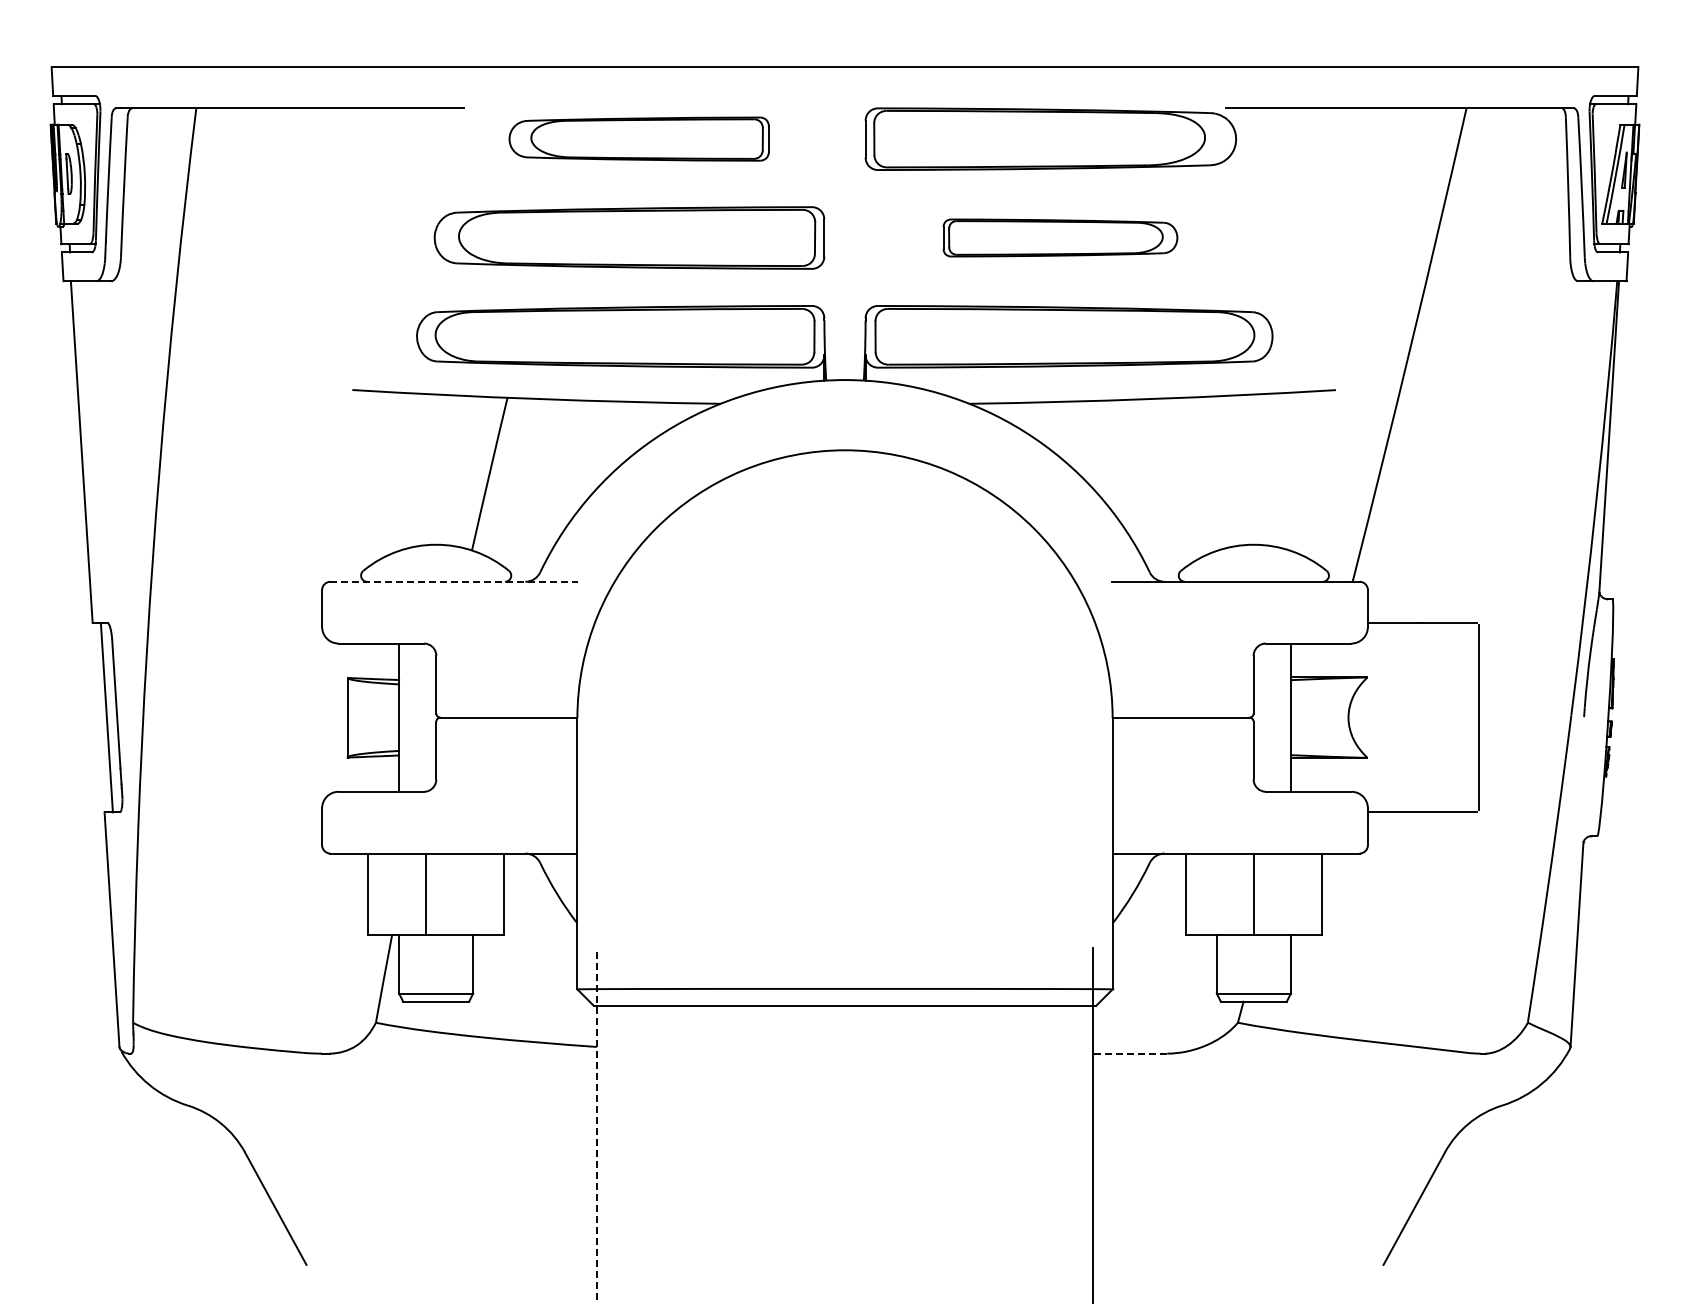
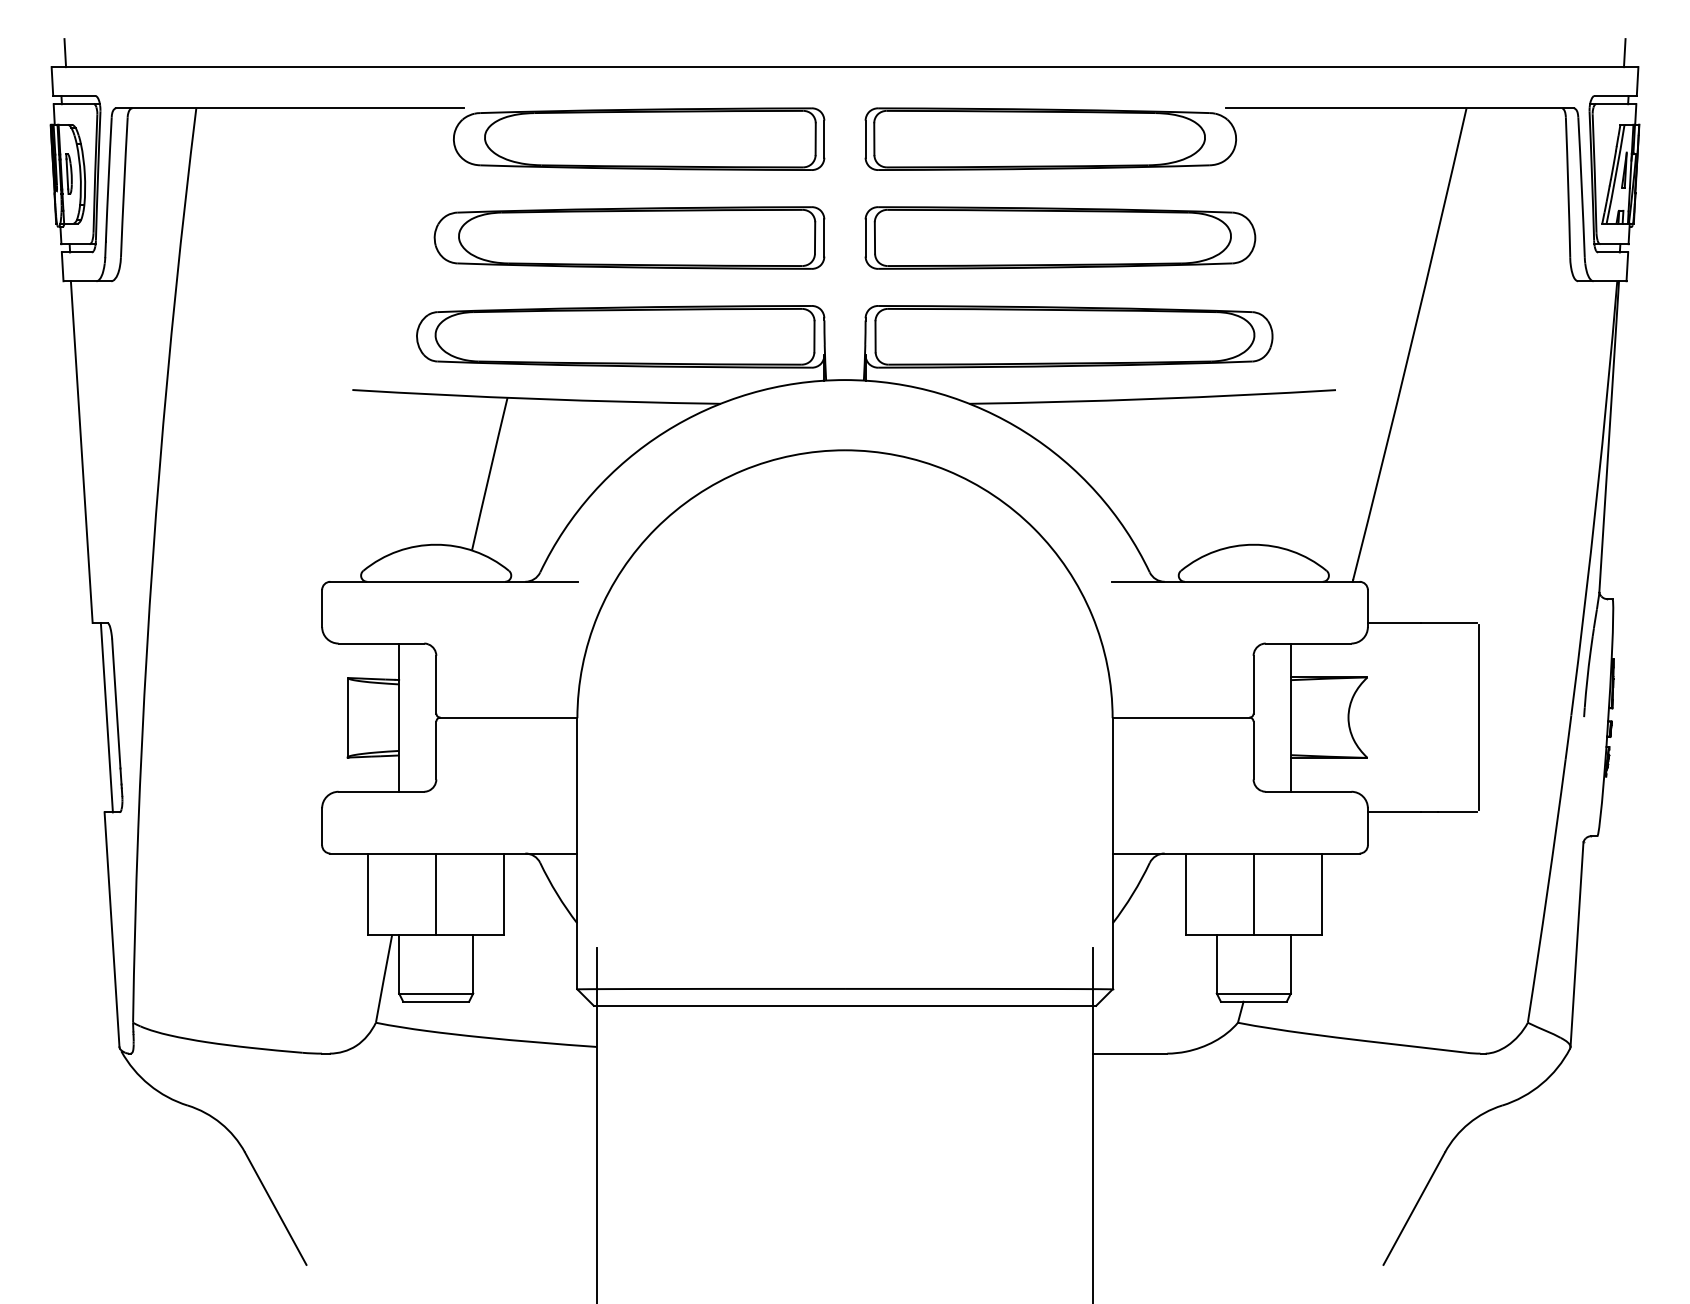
line at (65, 53): none -> present
line at (1624, 53): none -> present
part at (638, 138) size: 262x46 px -> 373x64 px
part at (1060, 237) size: 237x40 px -> 393x64 px
line at (454, 581): dashed -> solid
line at (426, 893) position: (426, 893) -> (436, 893)
line at (1129, 1053): dashed -> solid
line at (596, 1125): dashed -> solid
